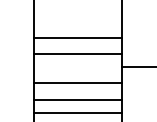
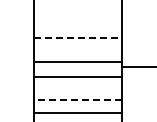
line at (78, 38): solid -> dashed
line at (77, 53) position: (77, 53) -> (77, 61)
line at (77, 83) position: (77, 83) -> (77, 77)
line at (77, 99): solid -> dashed
